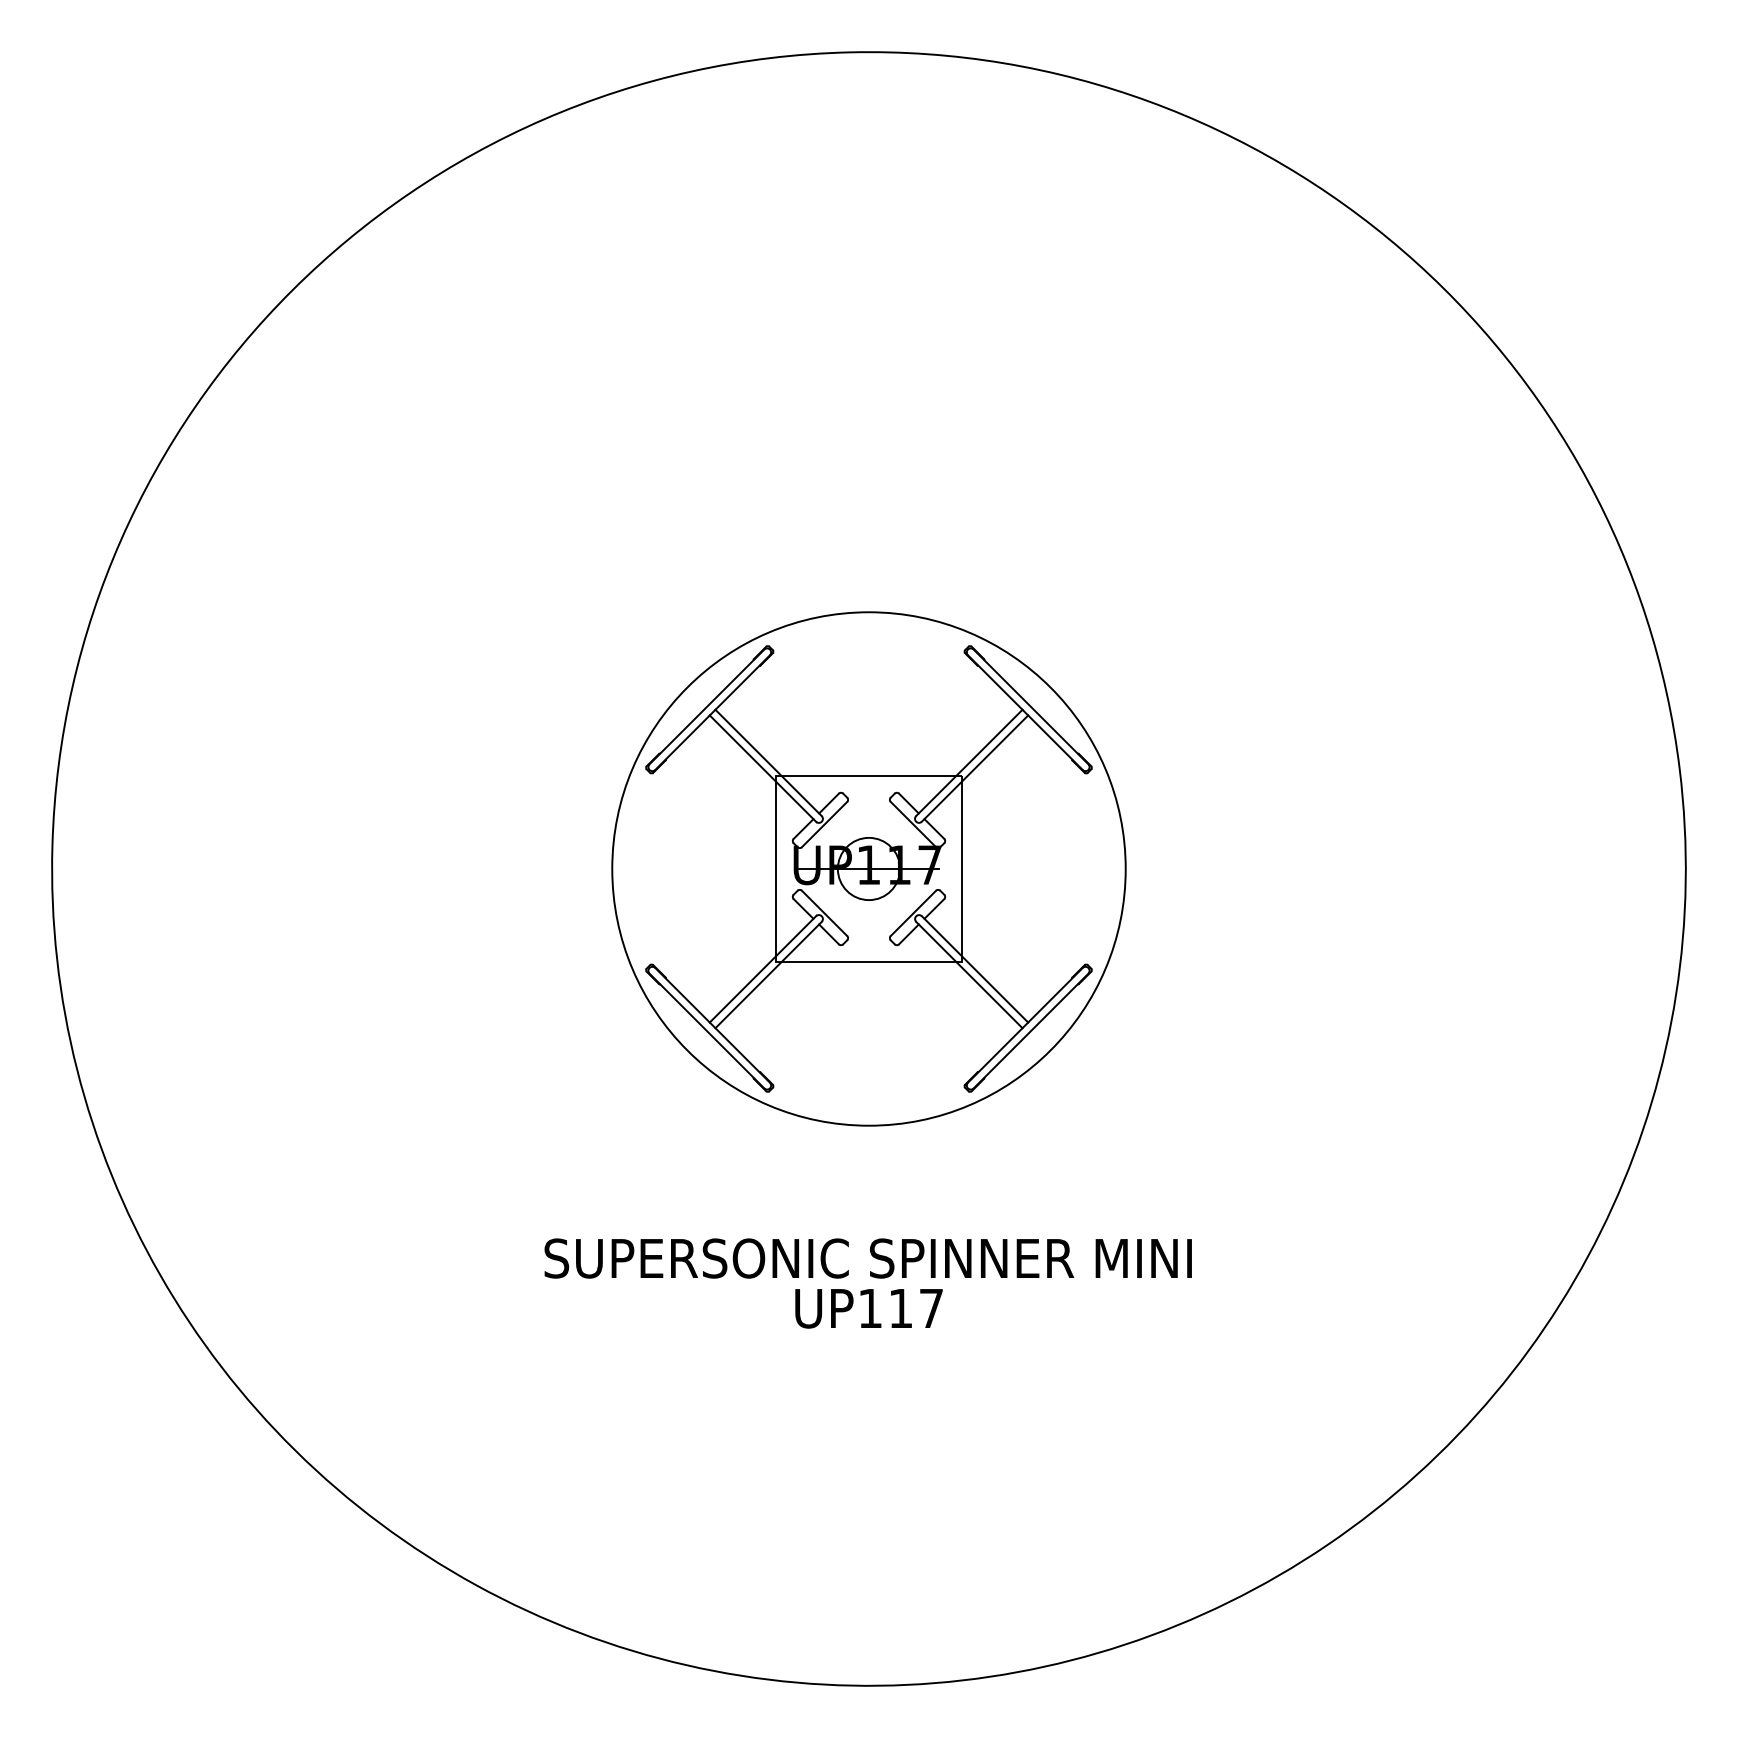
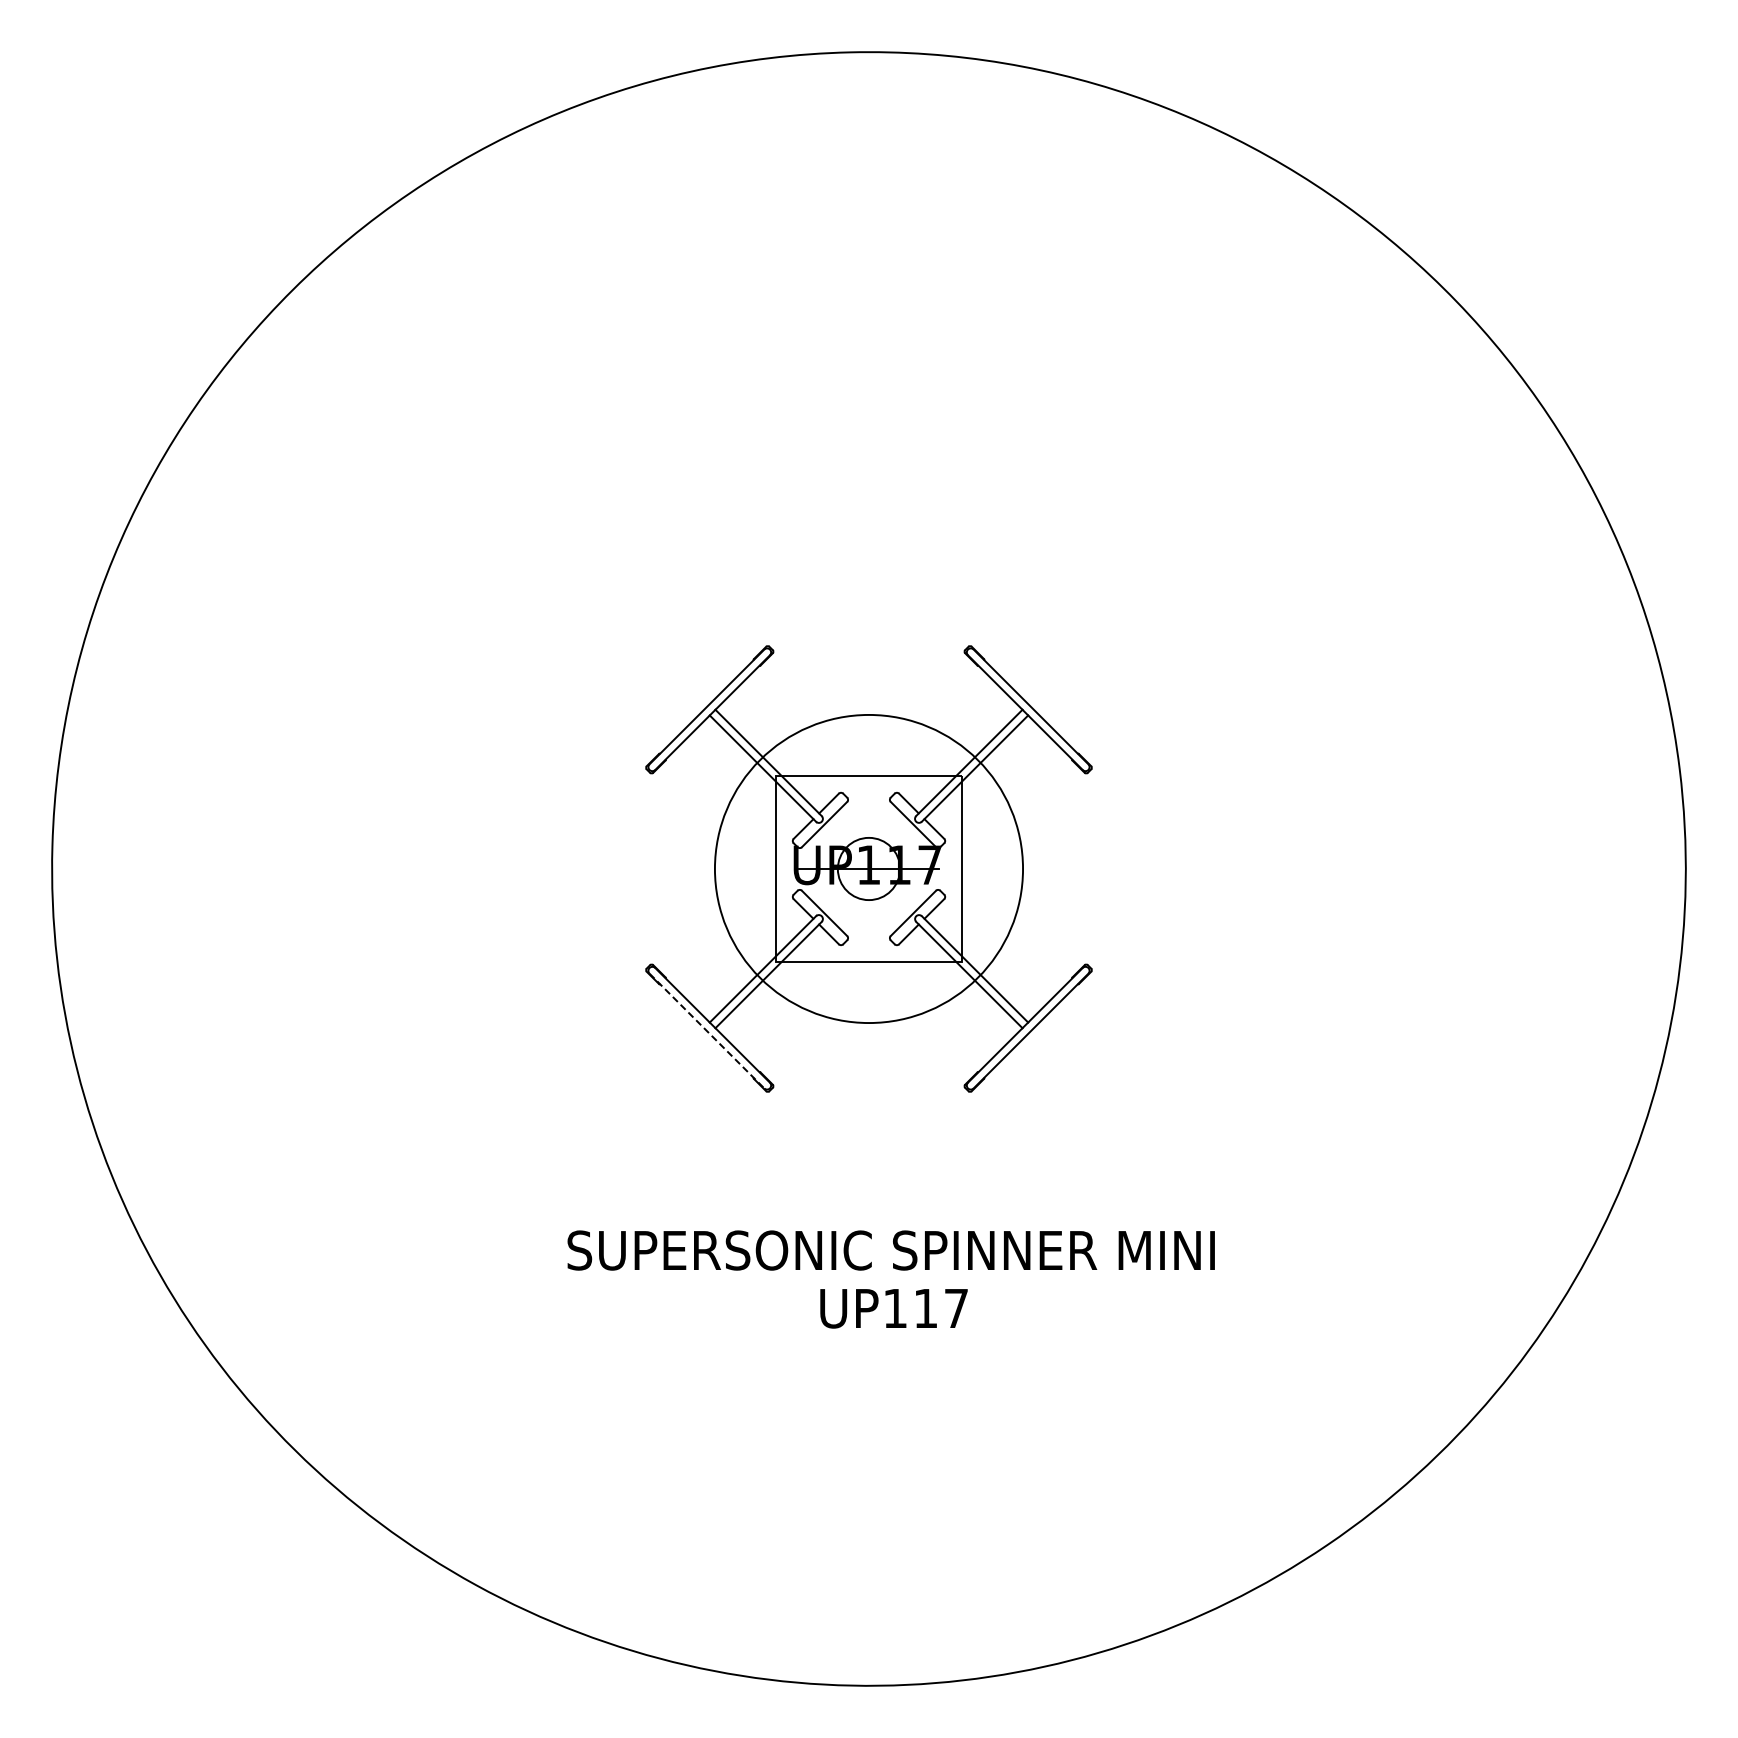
circle at (868, 868) diameter: 513 px -> 308 px
line at (707, 1031): solid -> dashed
text at (867, 1258) position: (867, 1258) -> (890, 1250)
text at (868, 1308) position: (868, 1308) -> (893, 1308)
